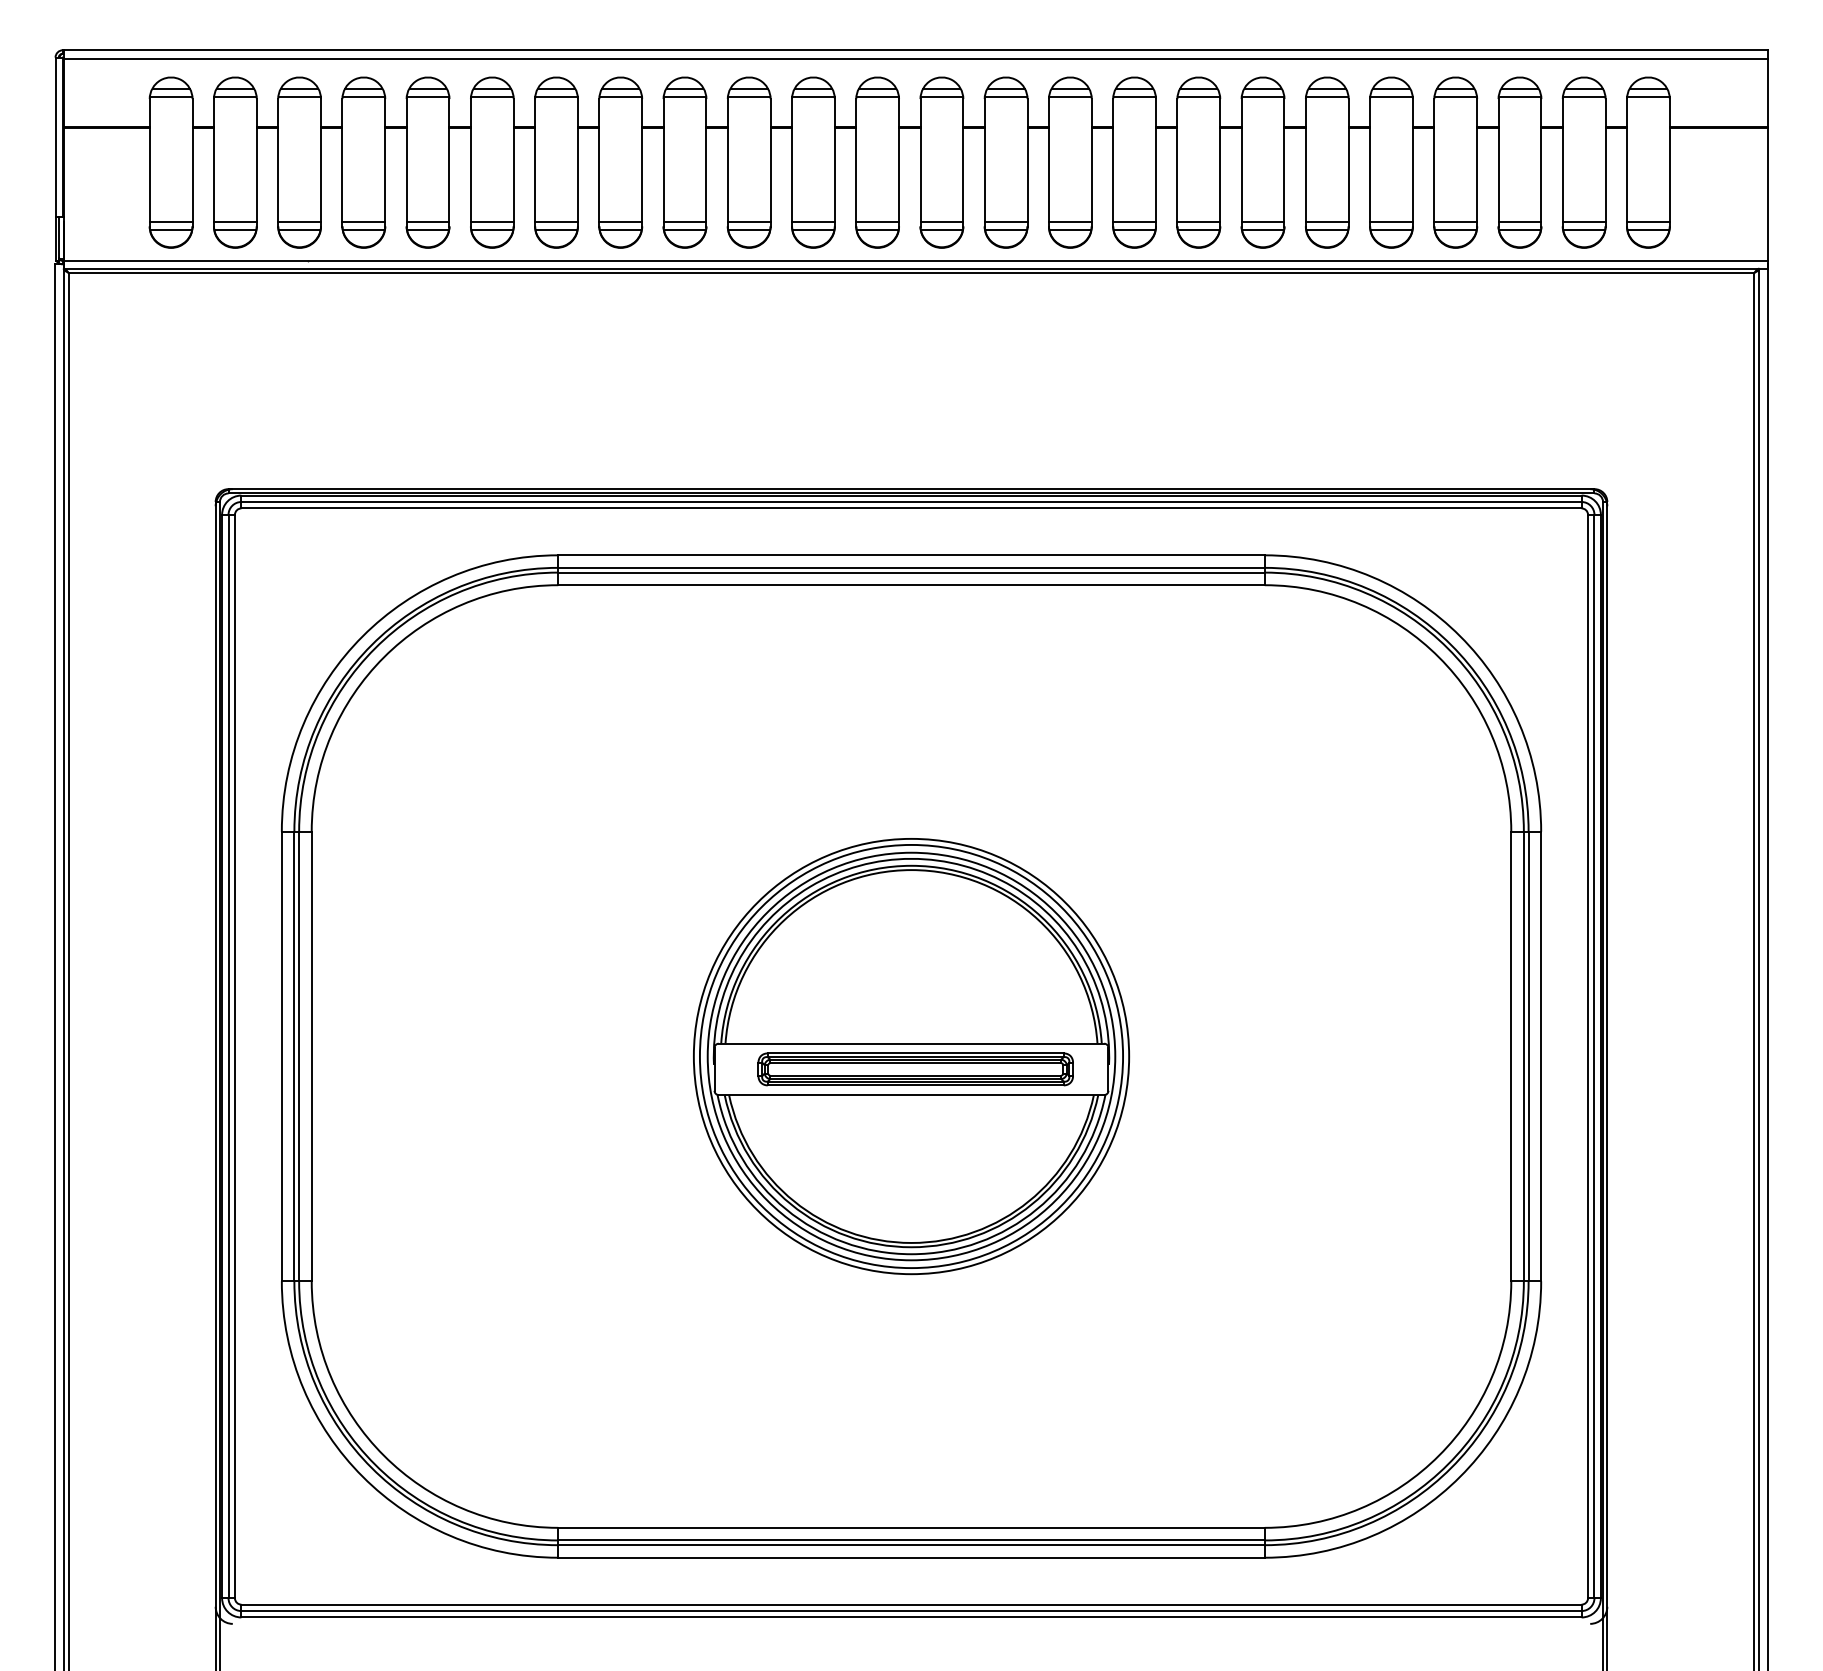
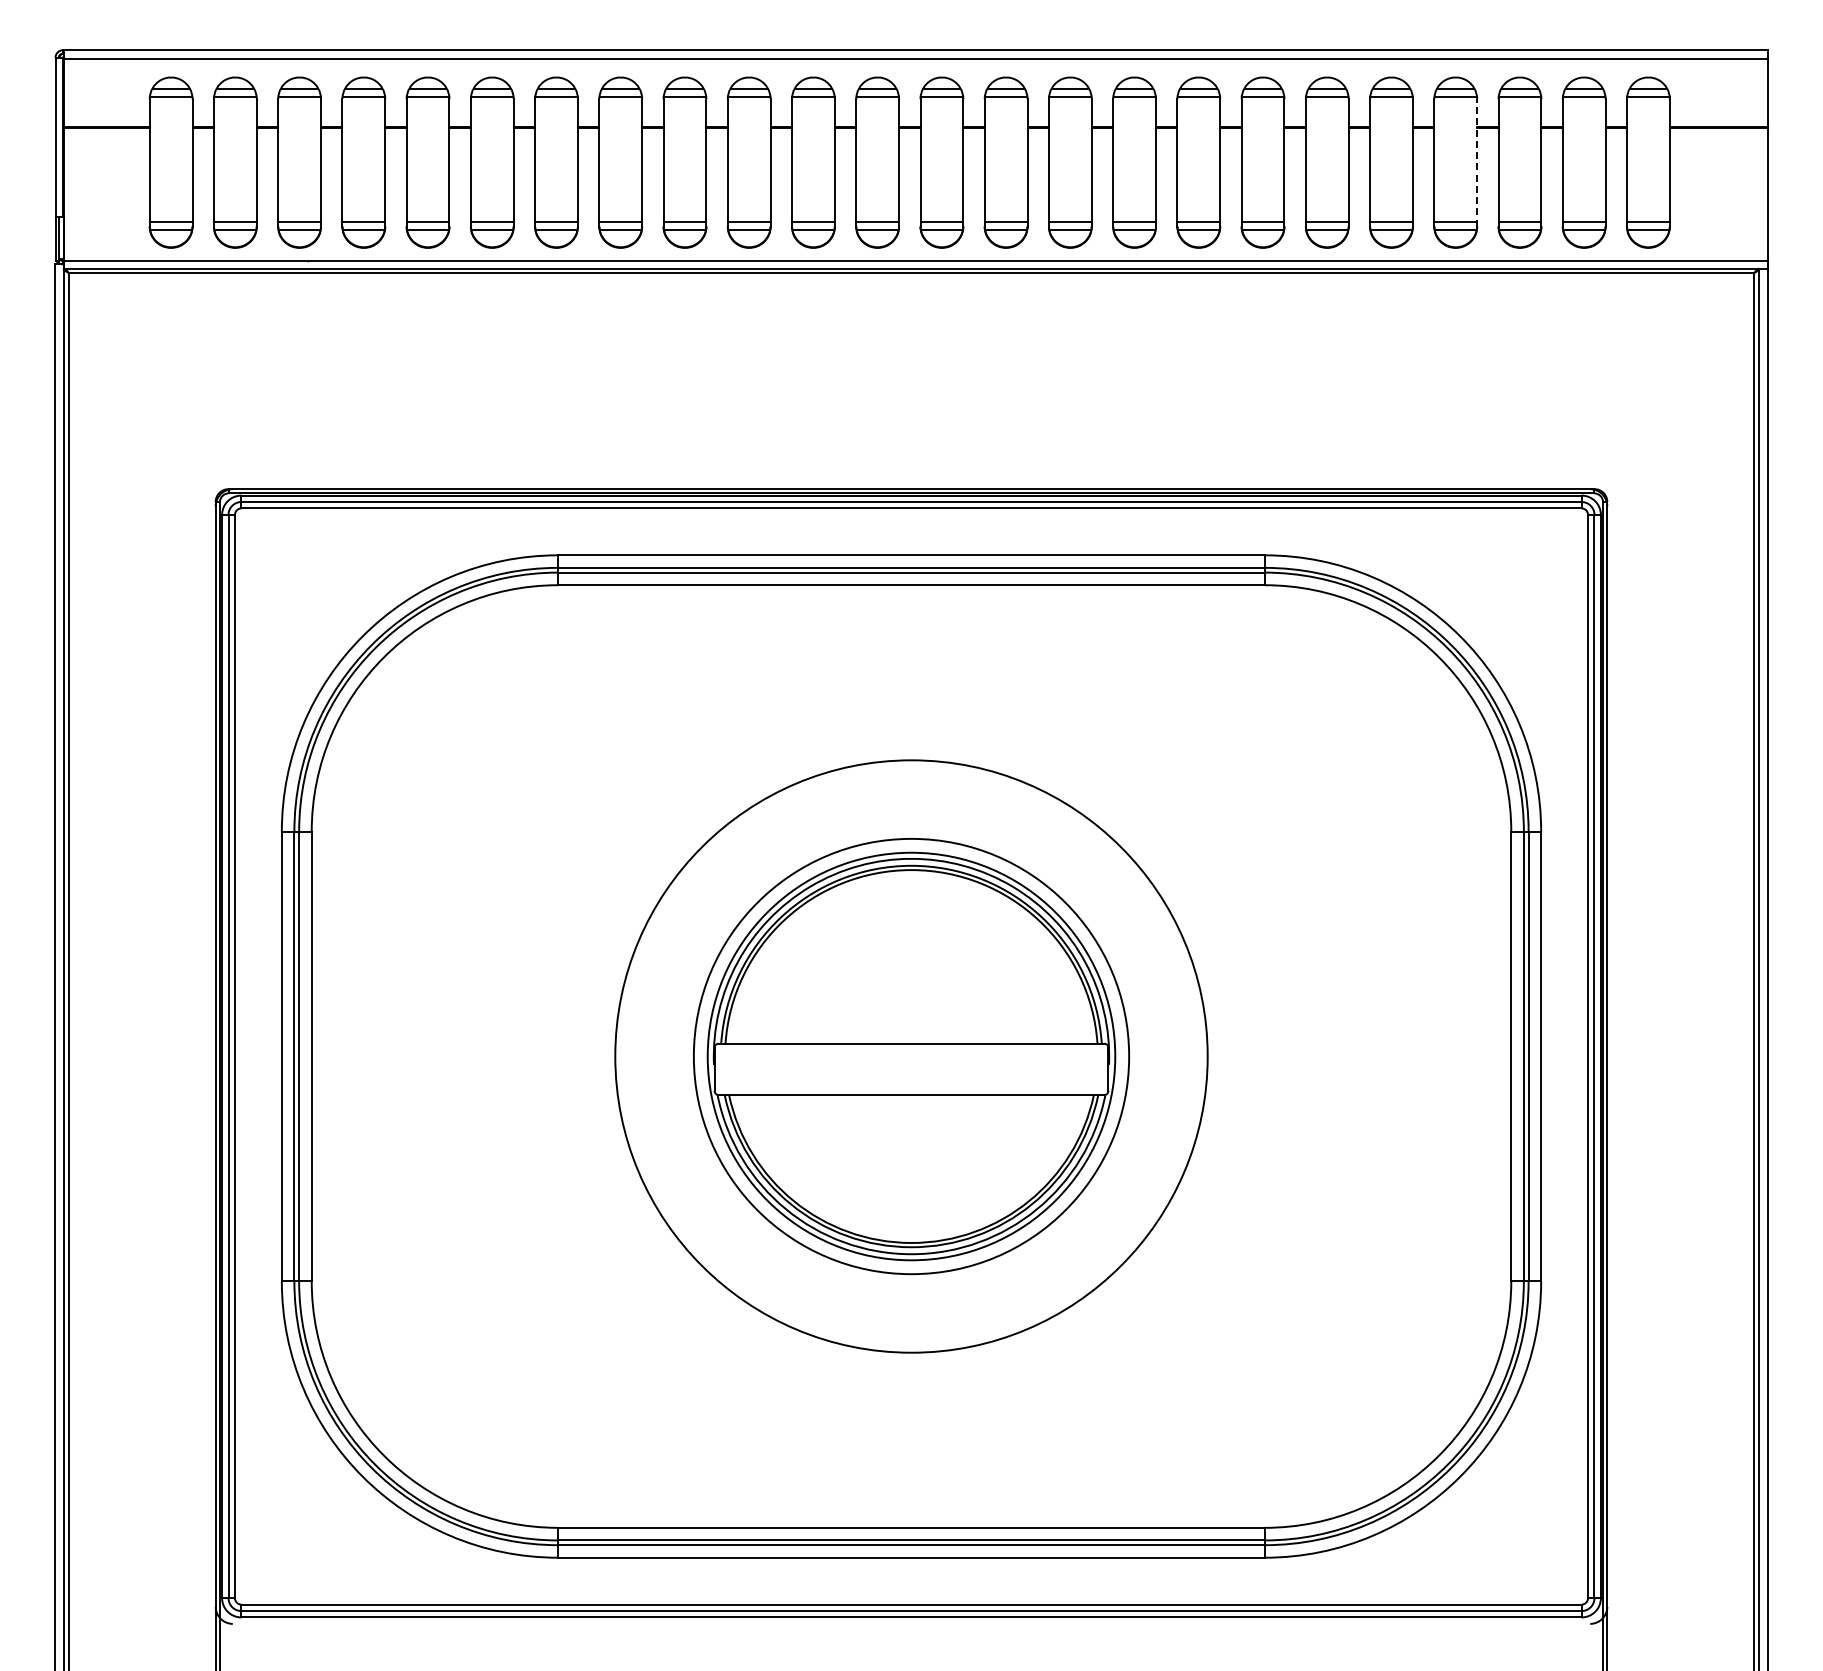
line at (1477, 162): solid -> dashed
circle at (911, 1056) diameter: 423 px -> 592 px
part at (915, 1069): present -> none
